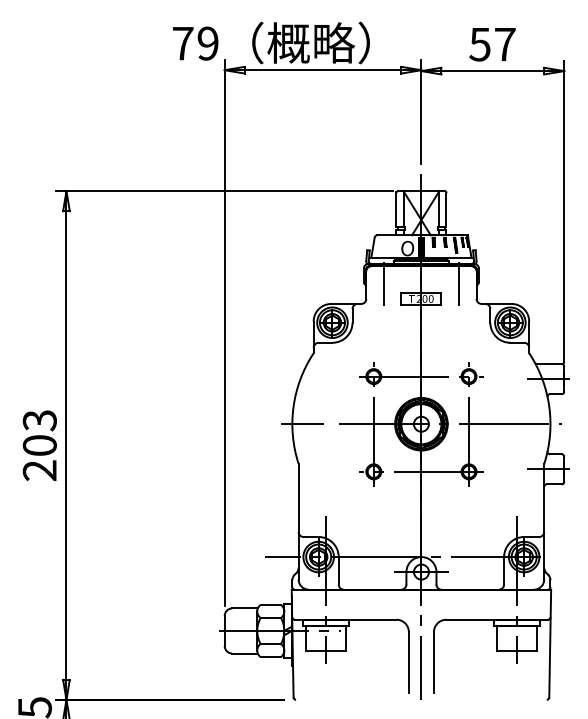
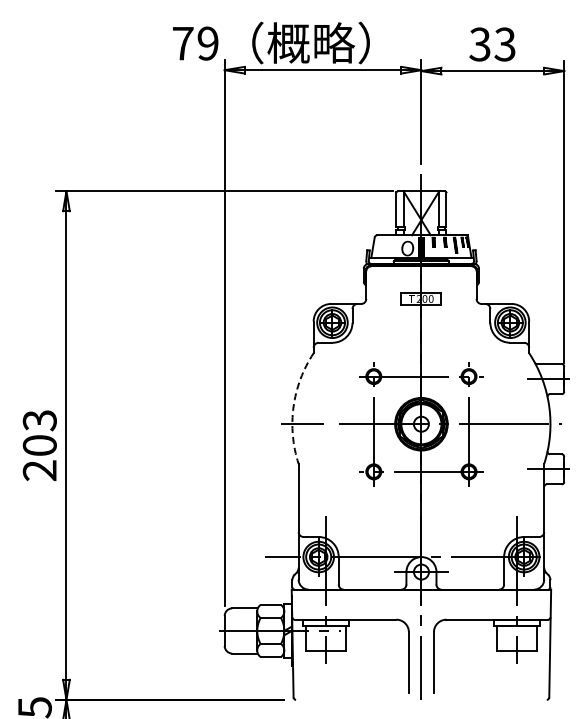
text at (492, 44): 57 -> 33
line at (383, 283): present -> none
line at (459, 283): present -> none
arc at (293, 406): solid -> dashed
